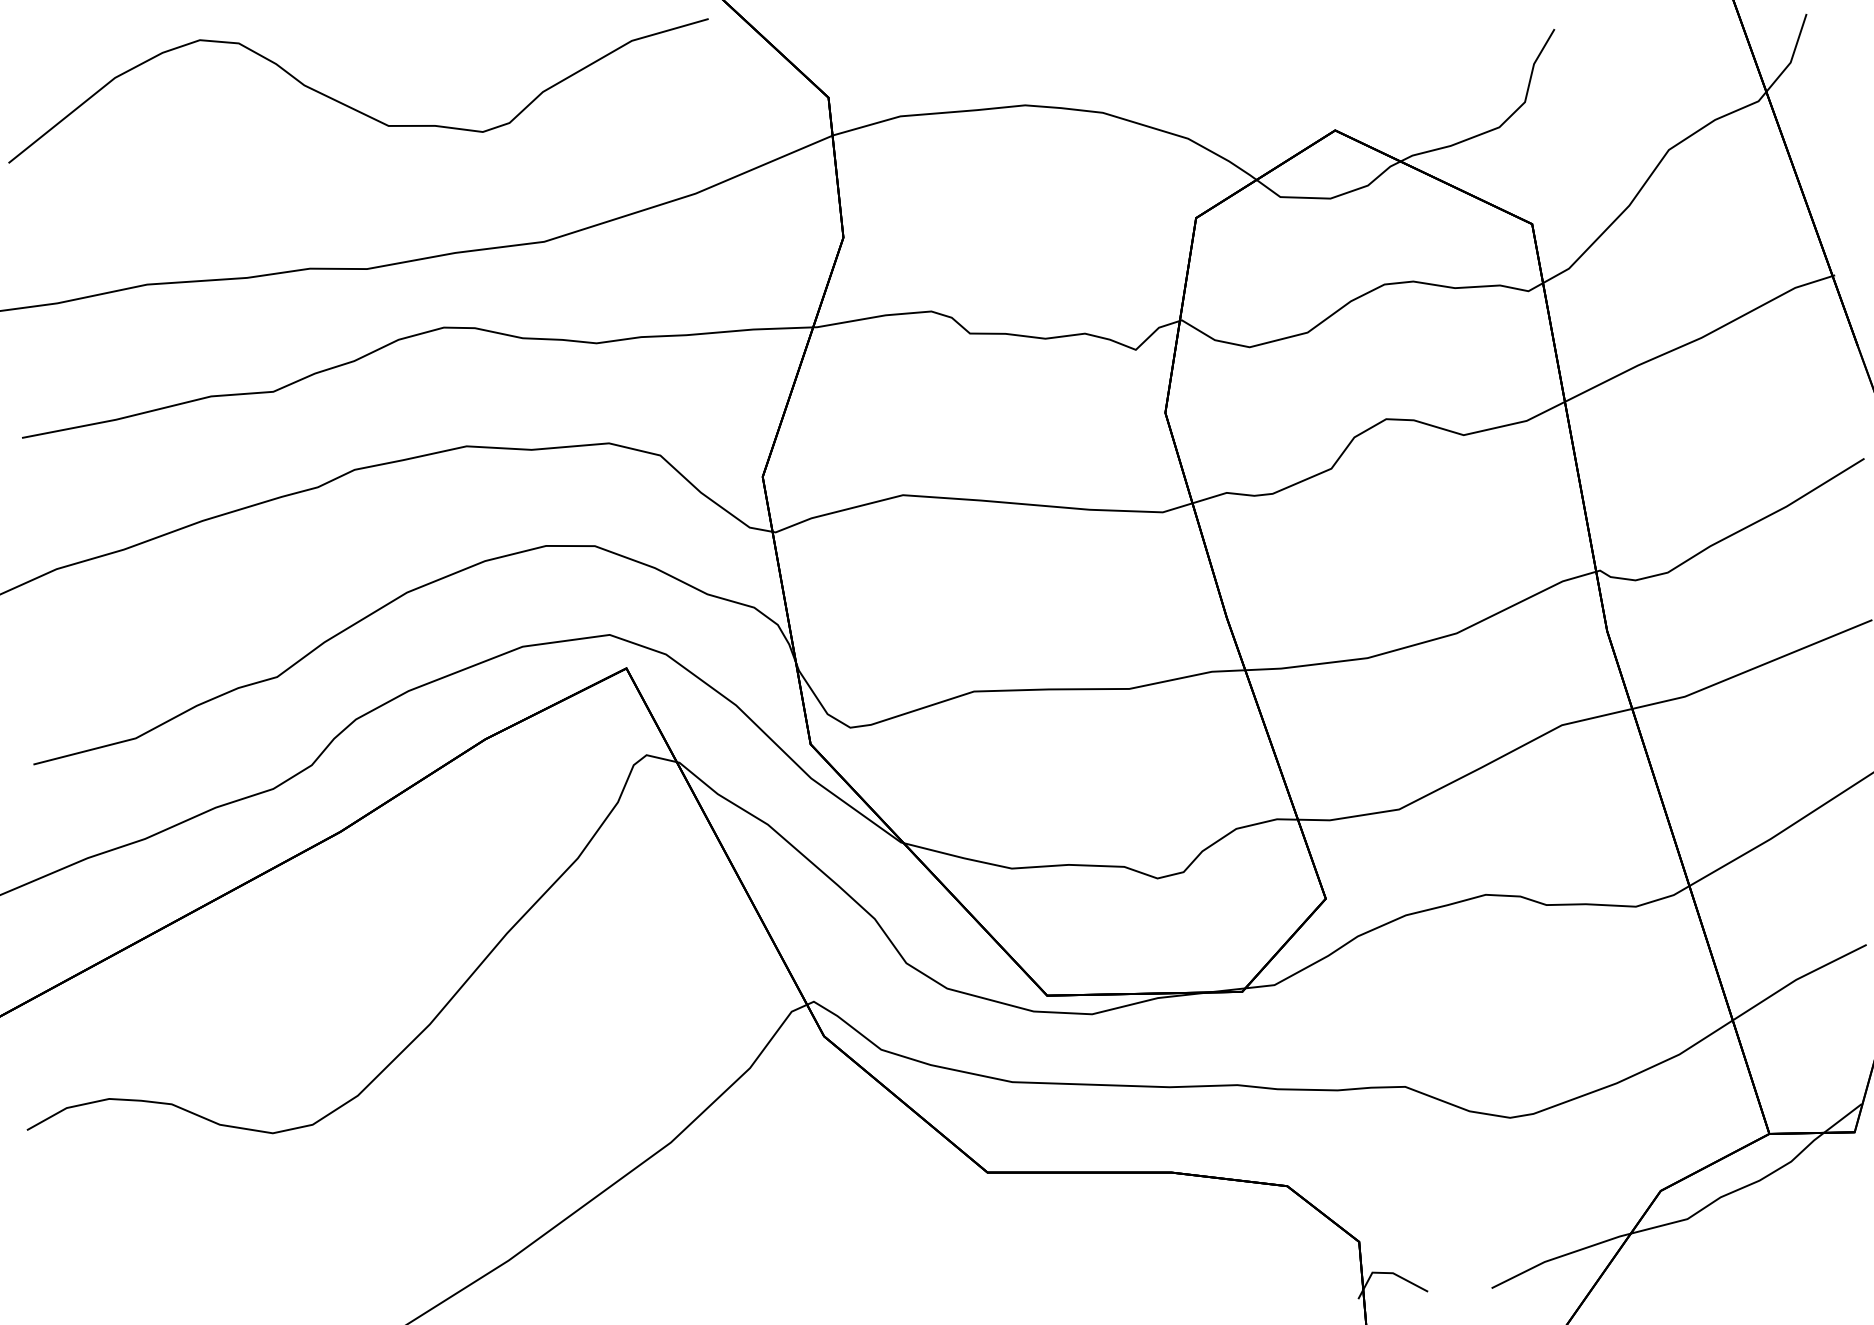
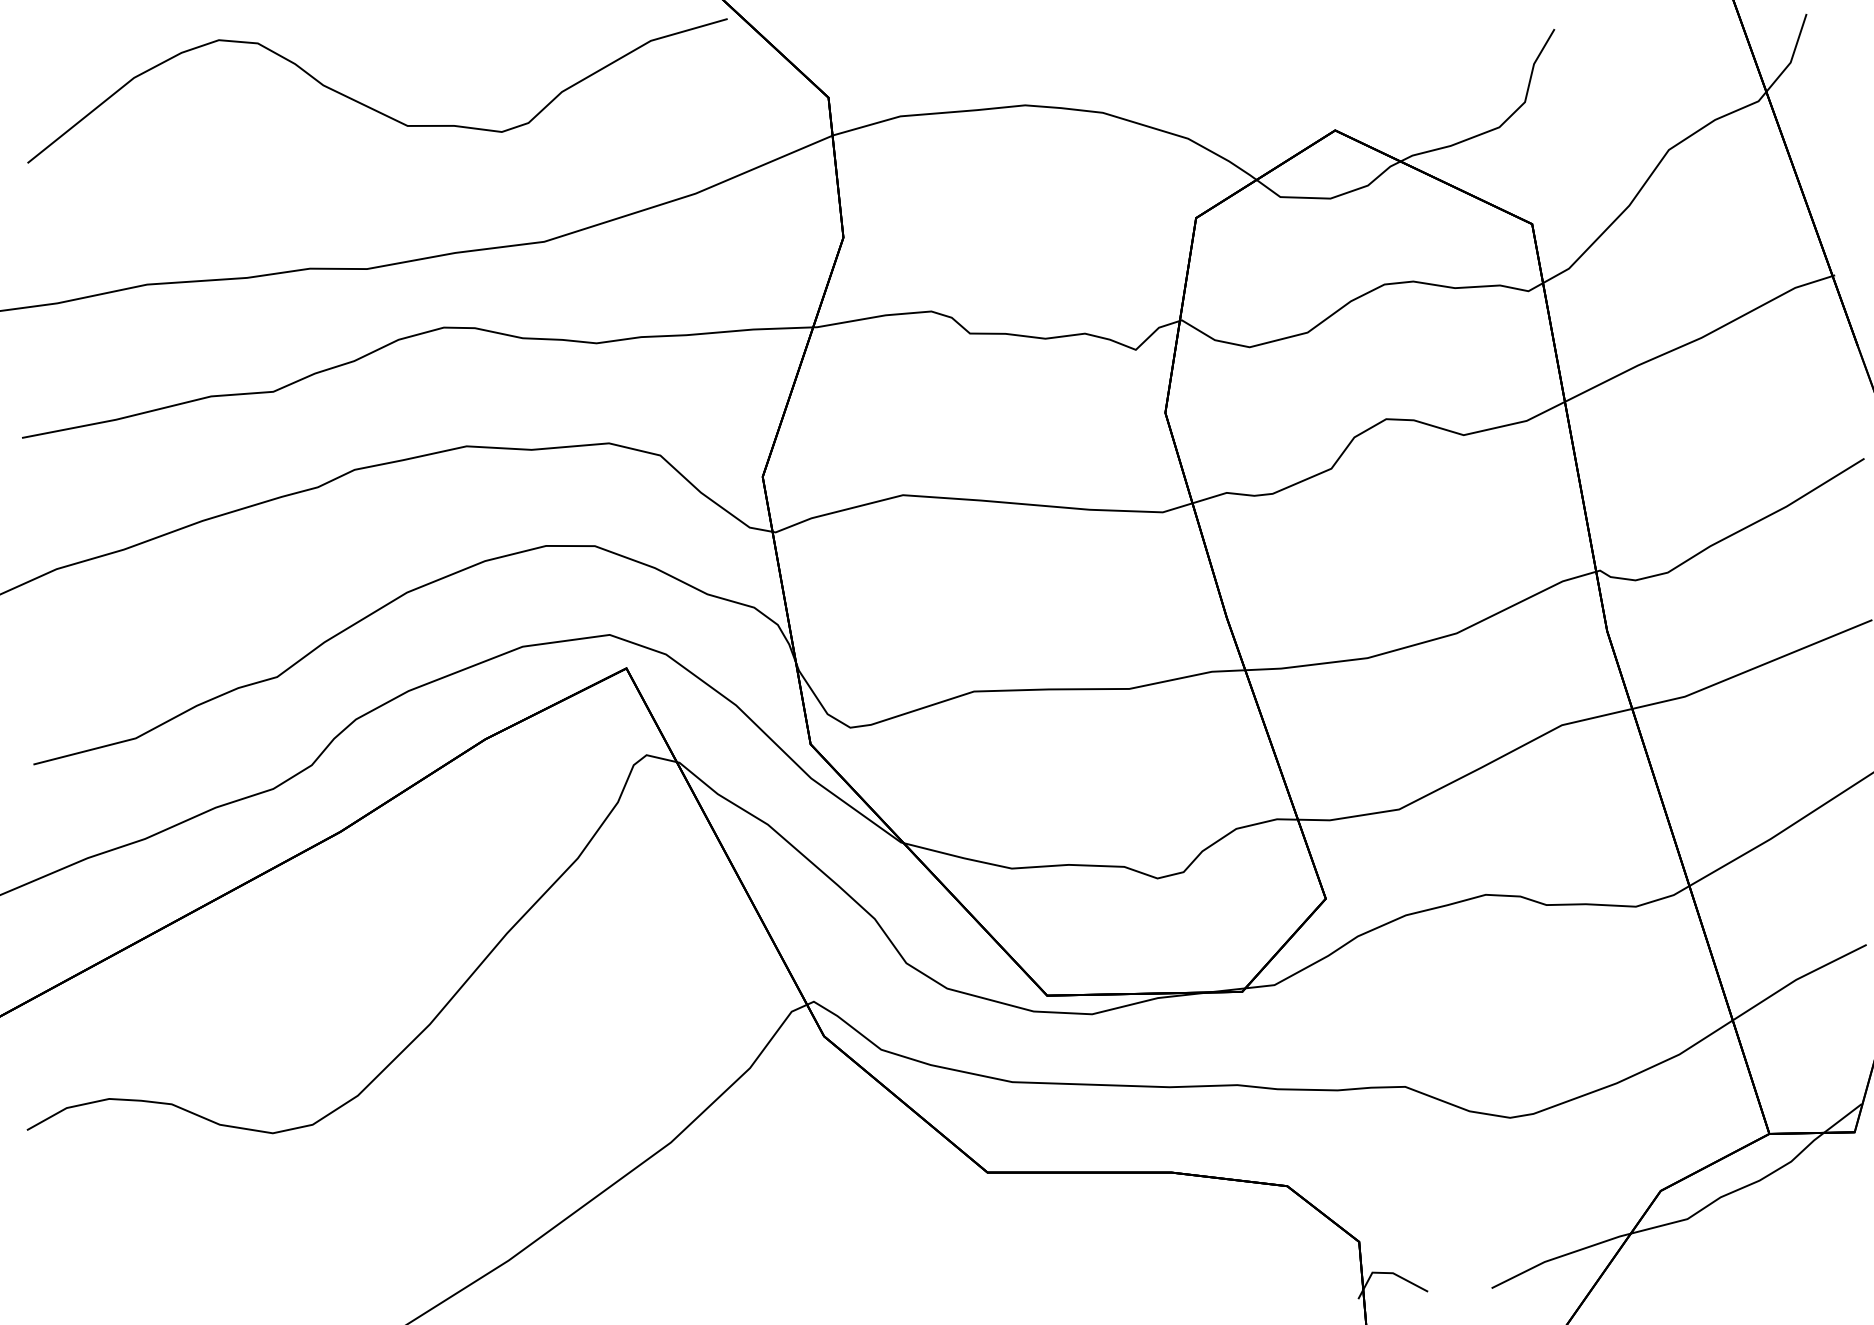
curve at (350, 106) position: (350, 106) -> (369, 106)
